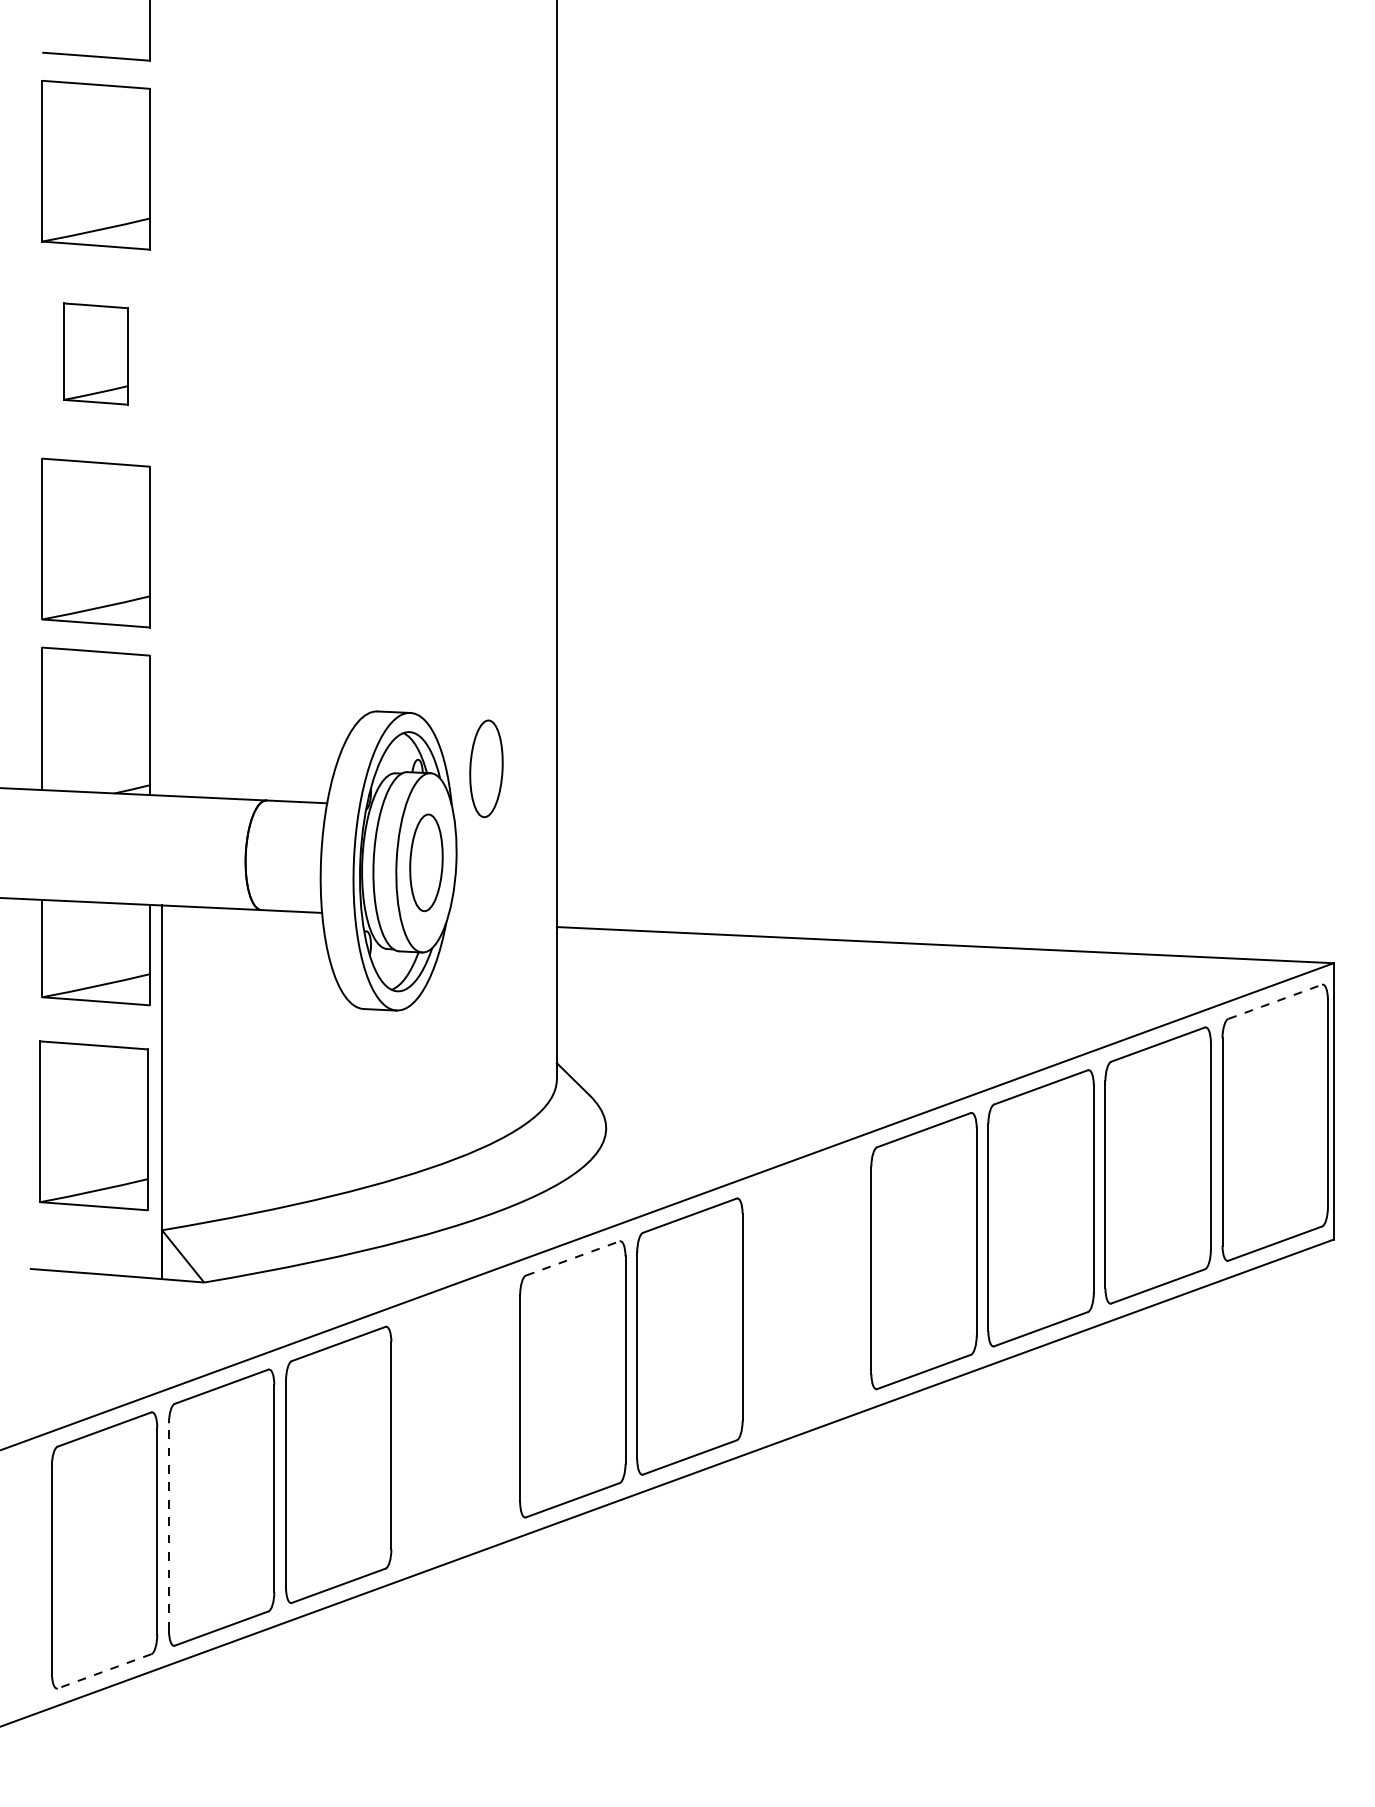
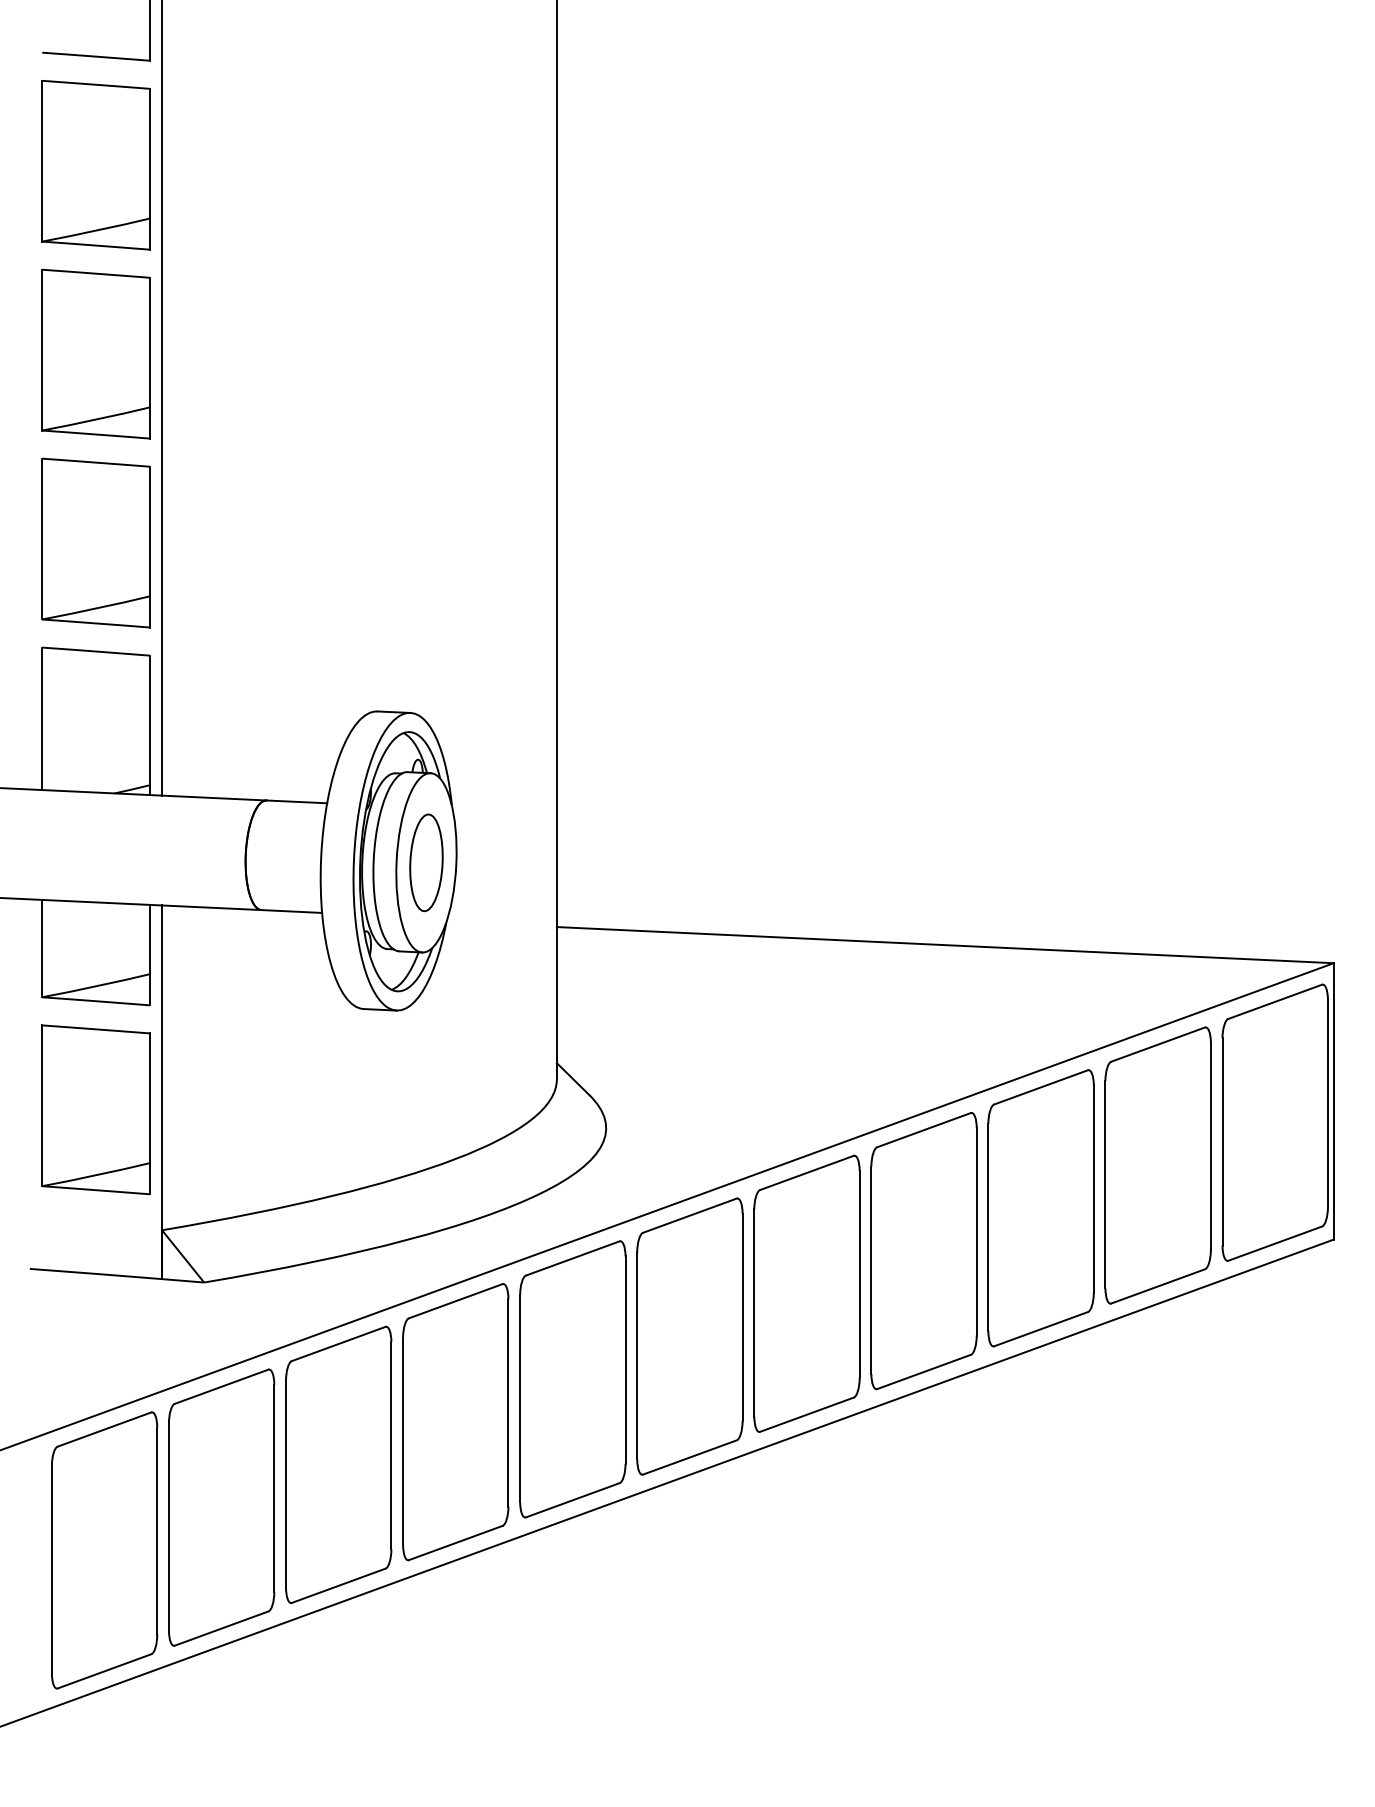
part at (95, 353) size: 66x104 px -> 110x172 px
line at (162, 398): none -> present
part at (486, 768): present -> none
line at (1275, 1001): dashed -> solid
part at (93, 1125) position: (93, 1125) -> (95, 1109)
line at (572, 1258): dashed -> solid
part at (806, 1293): none -> present
part at (455, 1422): none -> present
line at (168, 1526): dashed -> solid
line at (104, 1671): dashed -> solid
